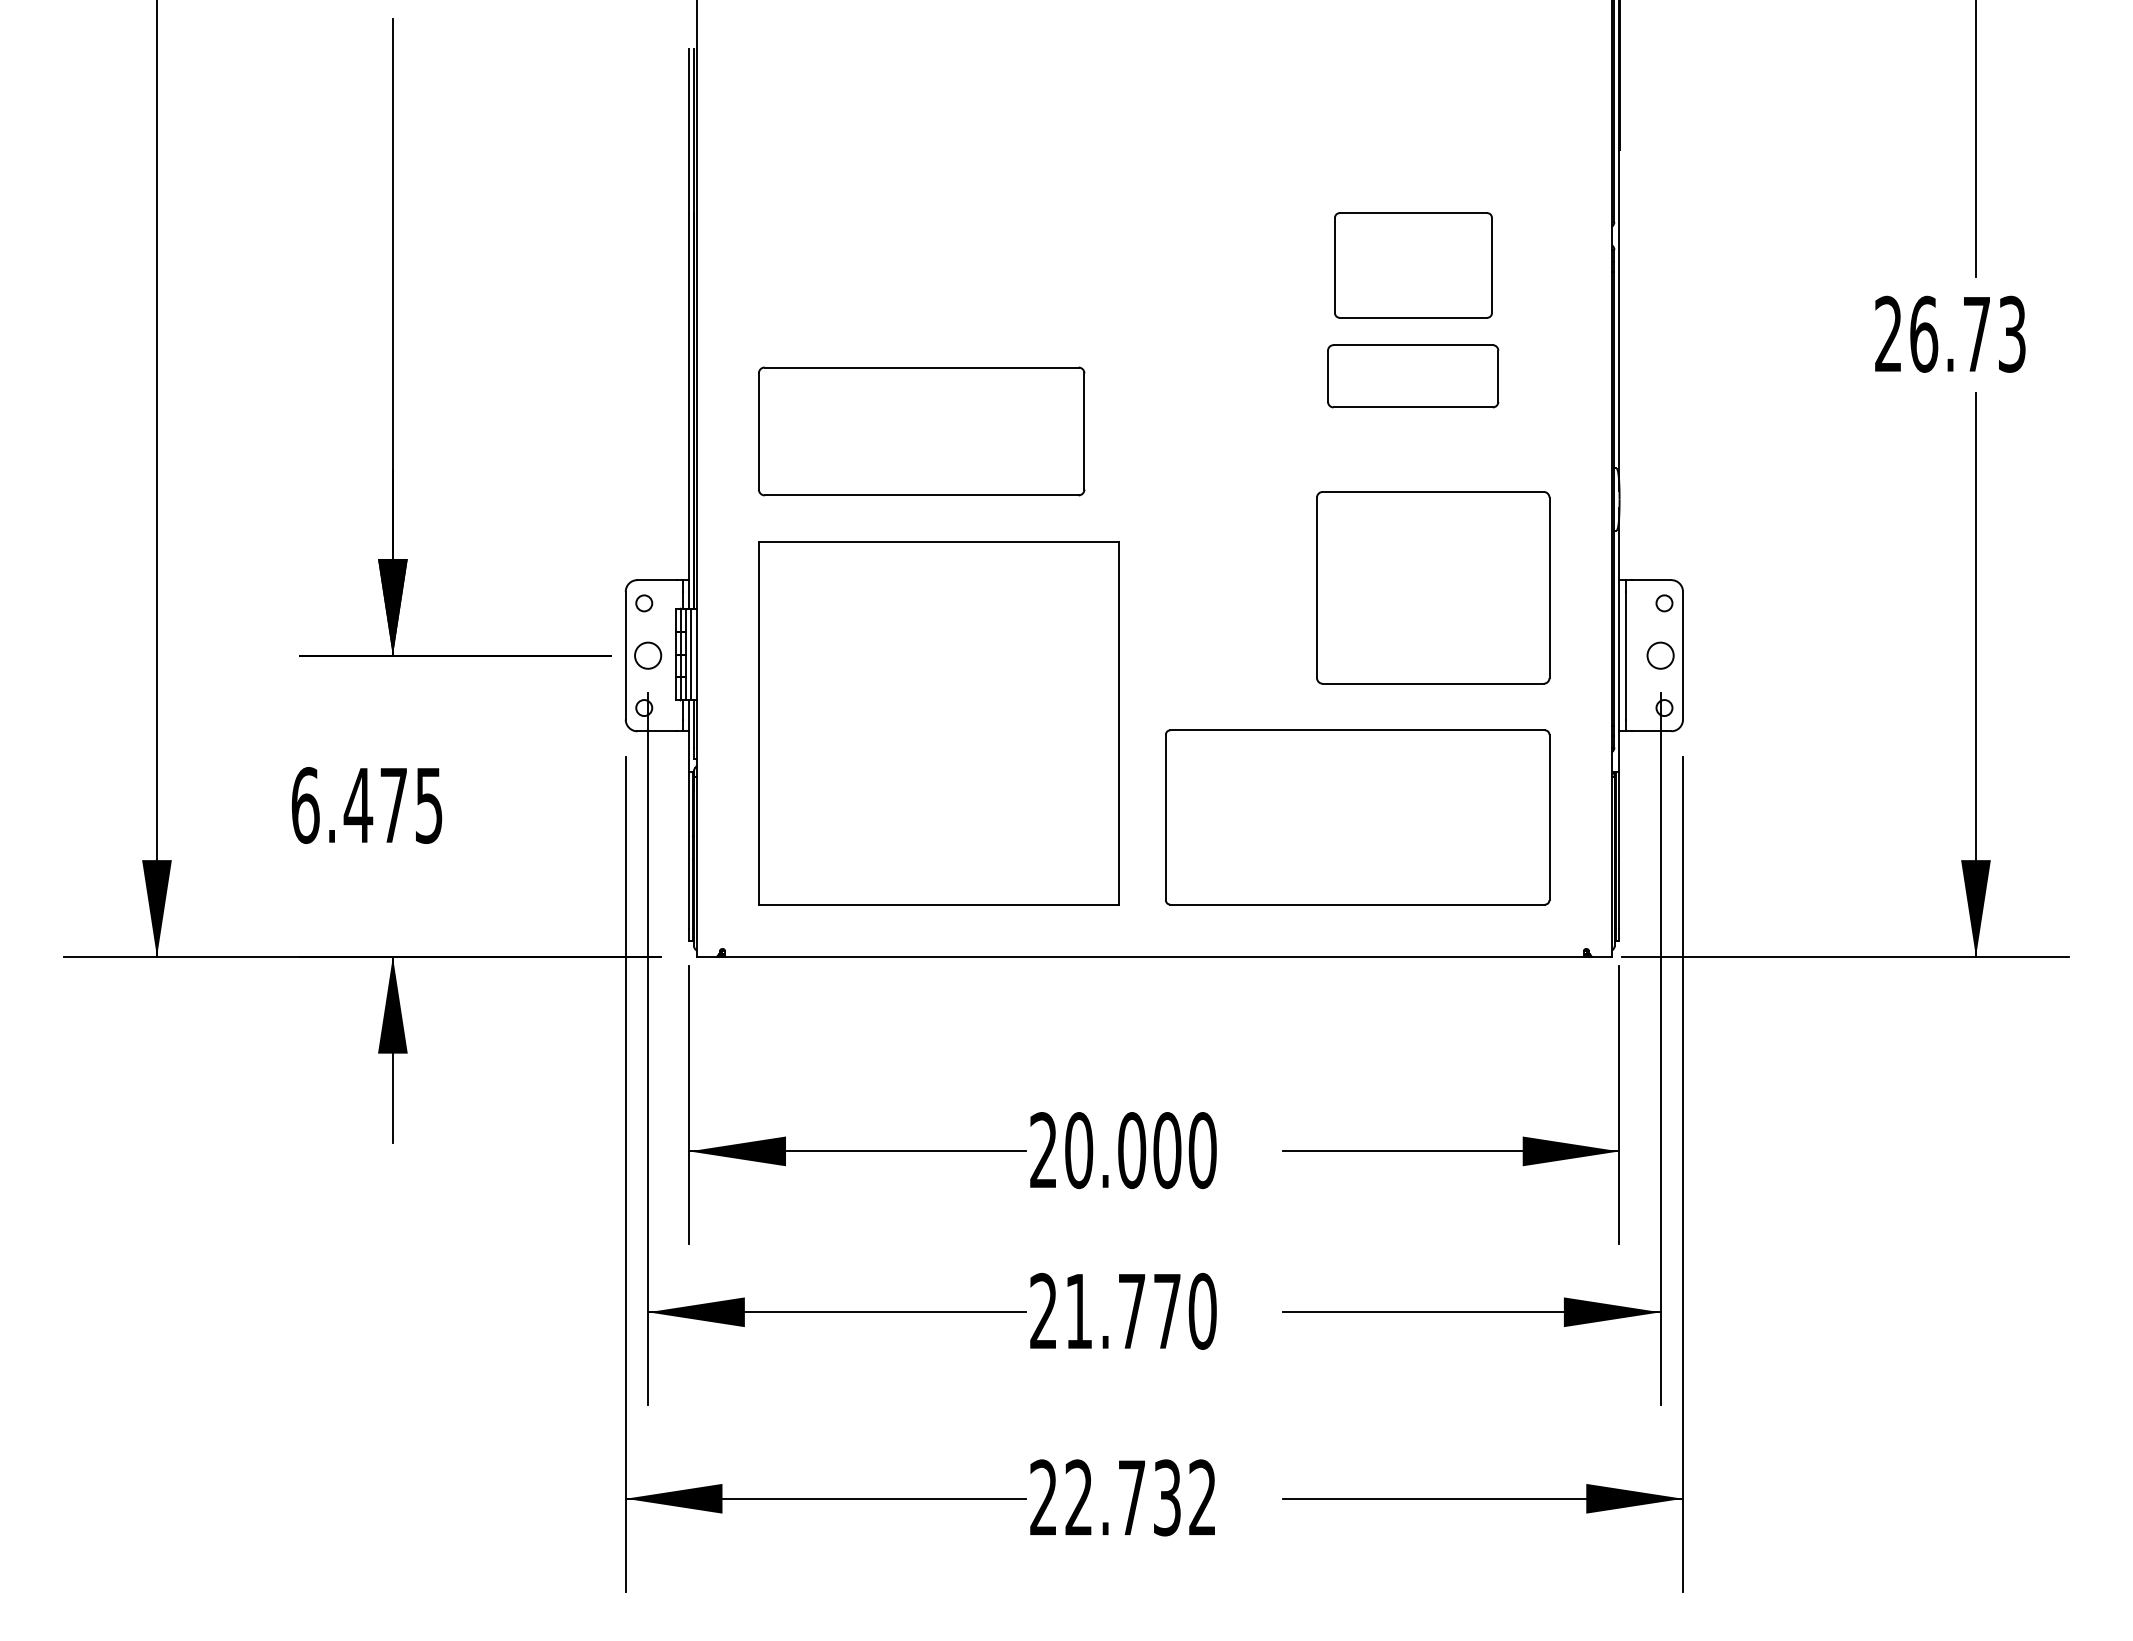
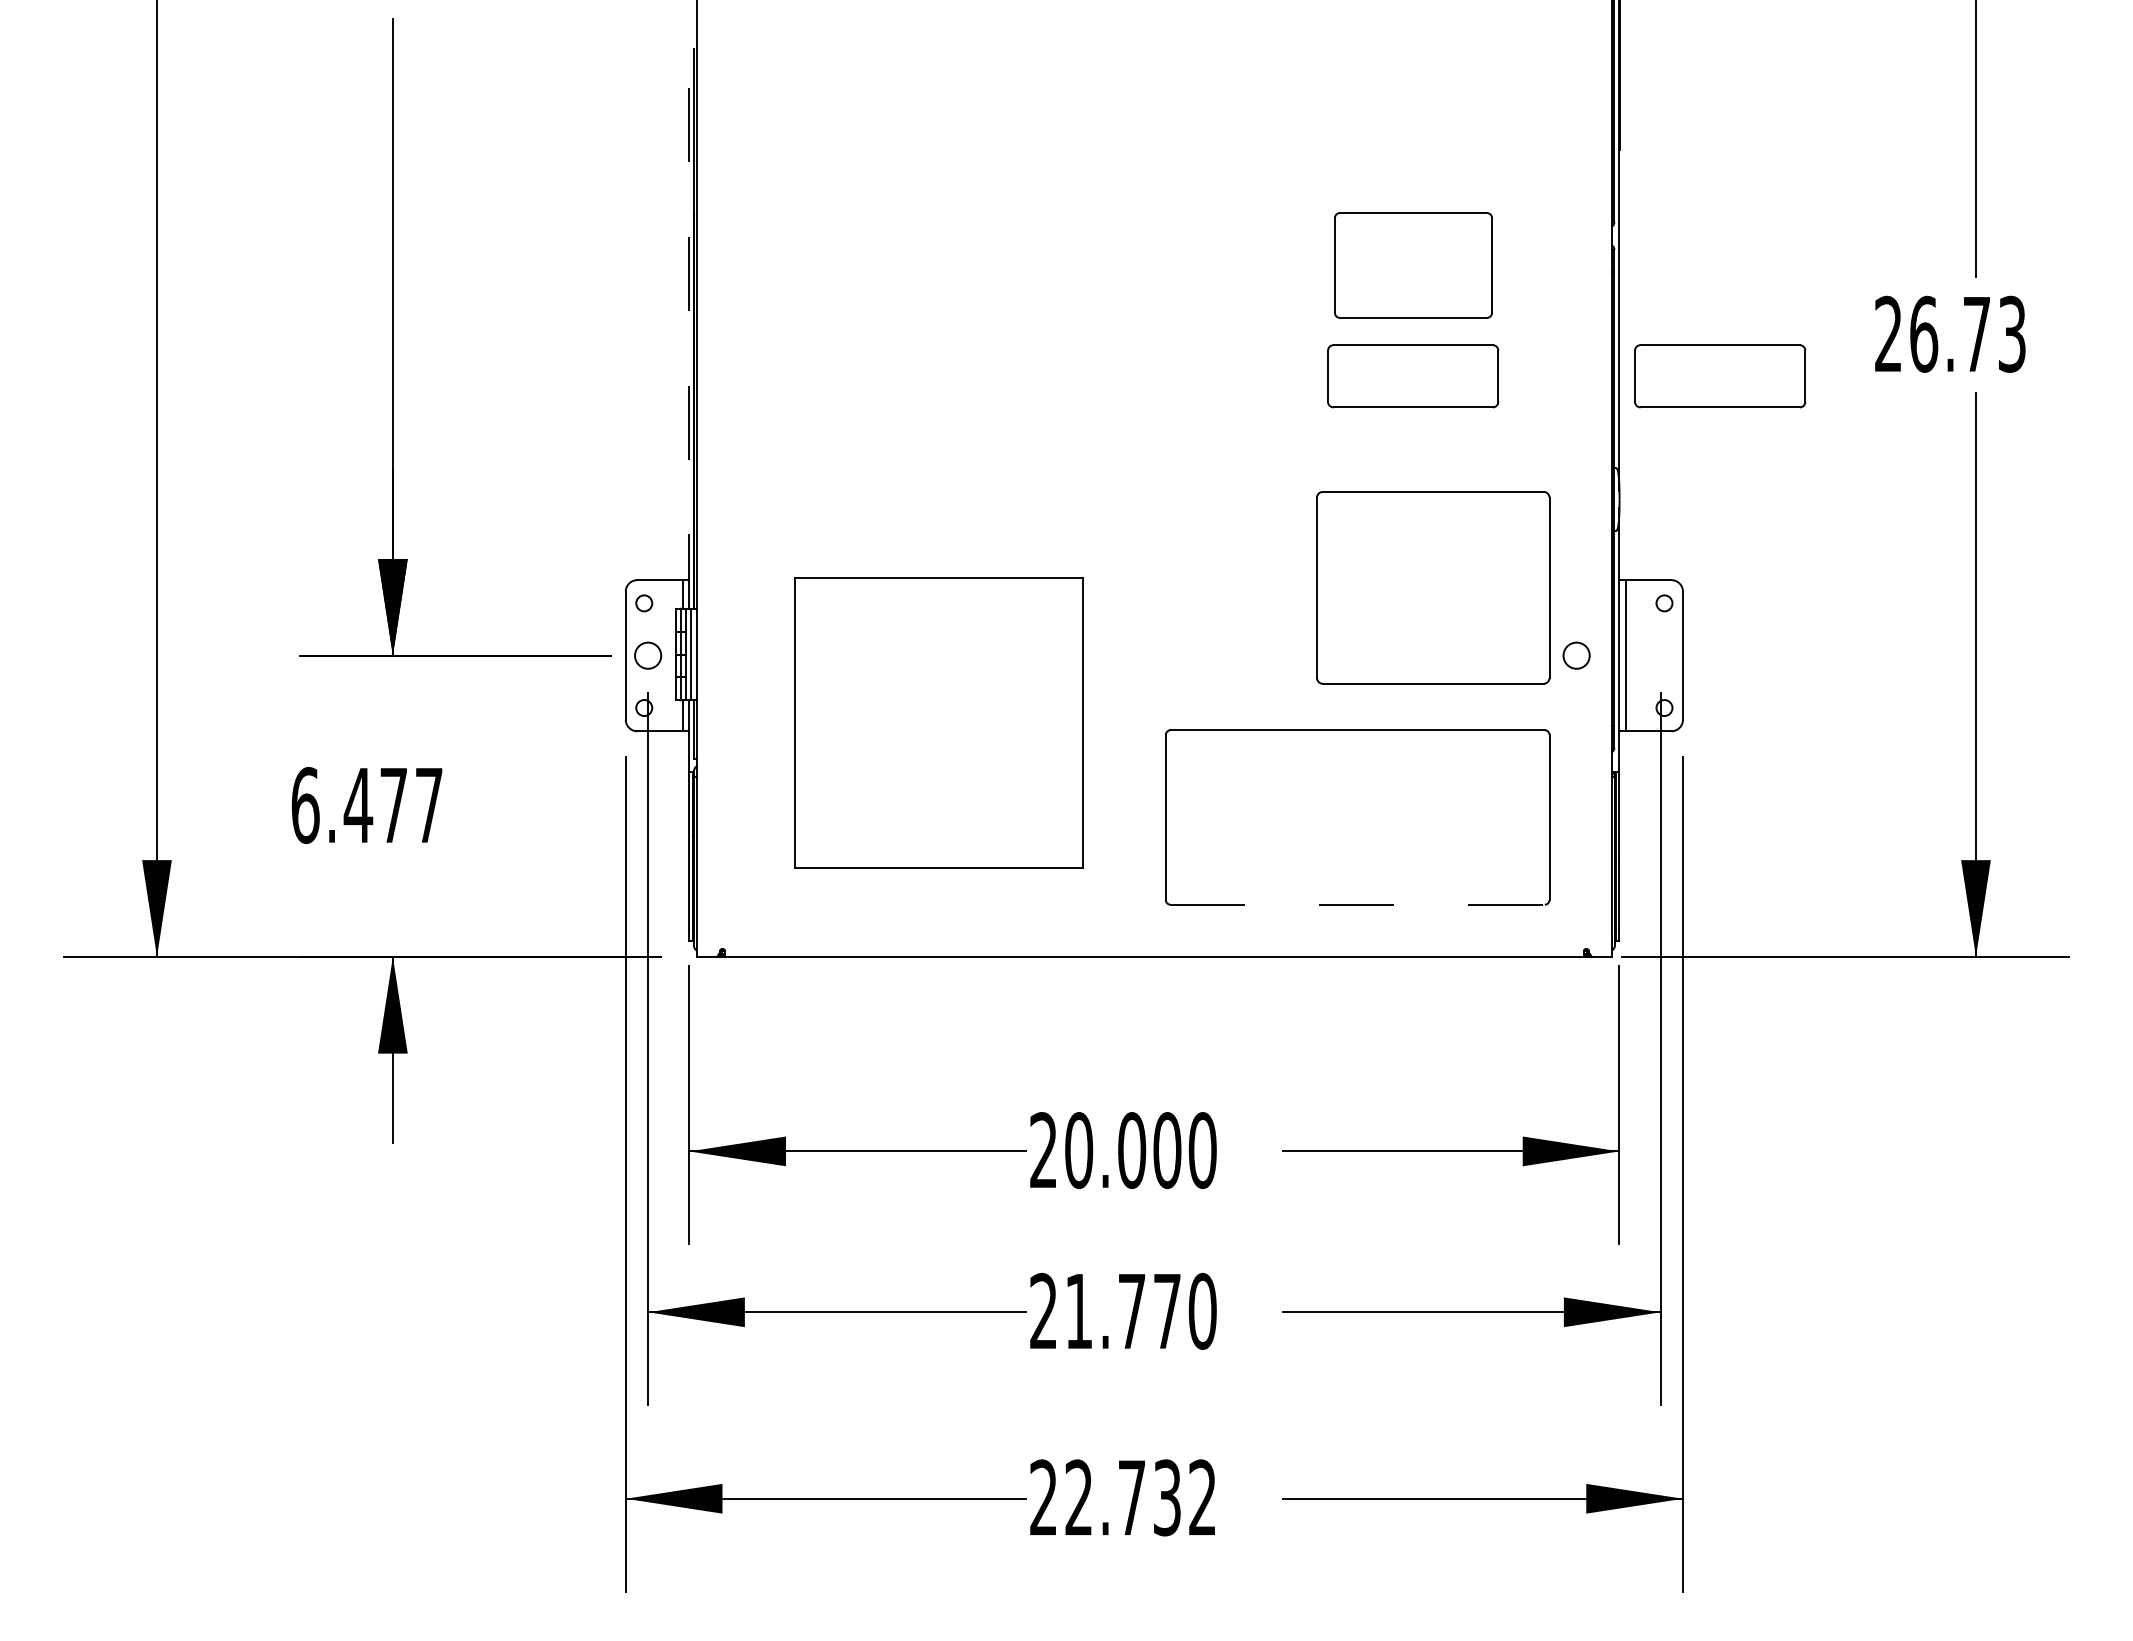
line at (689, 329): solid -> dashed
part at (1720, 376): none -> present
part at (921, 431): present -> none
circle at (1660, 655) position: (1660, 655) -> (1576, 655)
part at (938, 723) size: 362x365 px -> 290x292 px
text at (429, 805): 6.475 -> 6.477
line at (1358, 904): solid -> dashed
